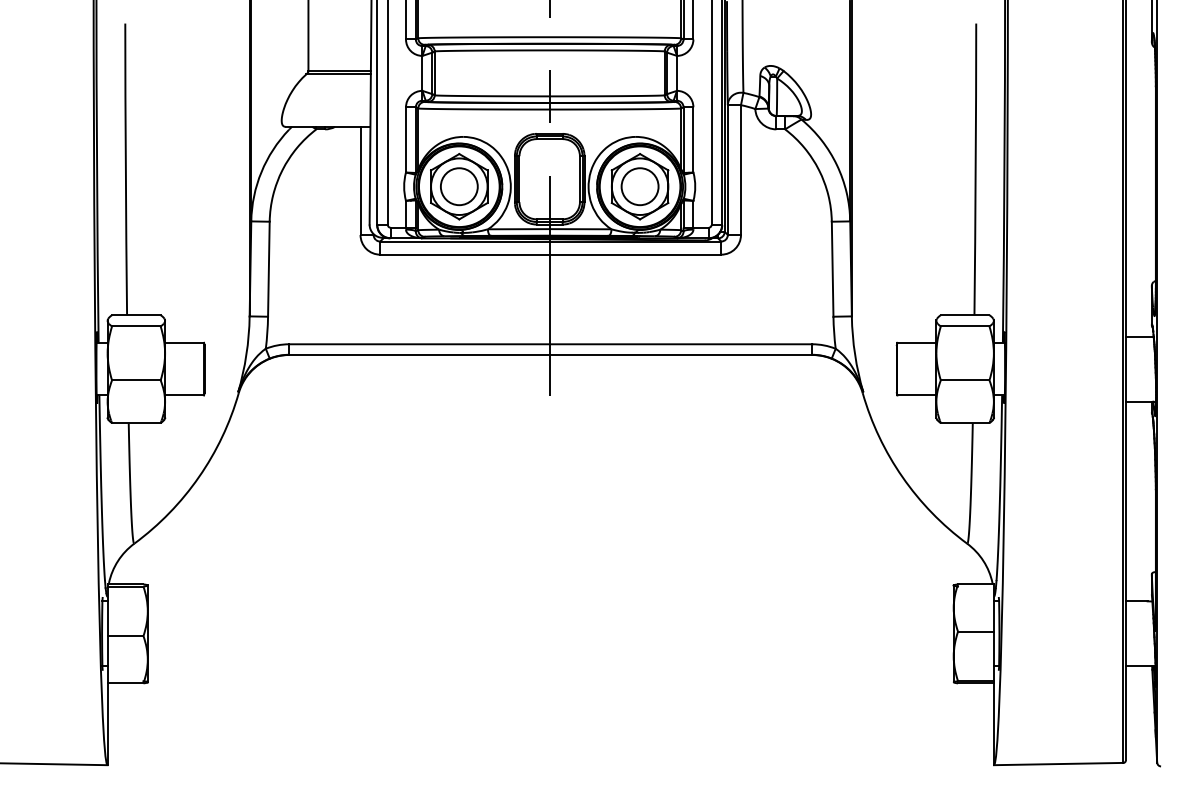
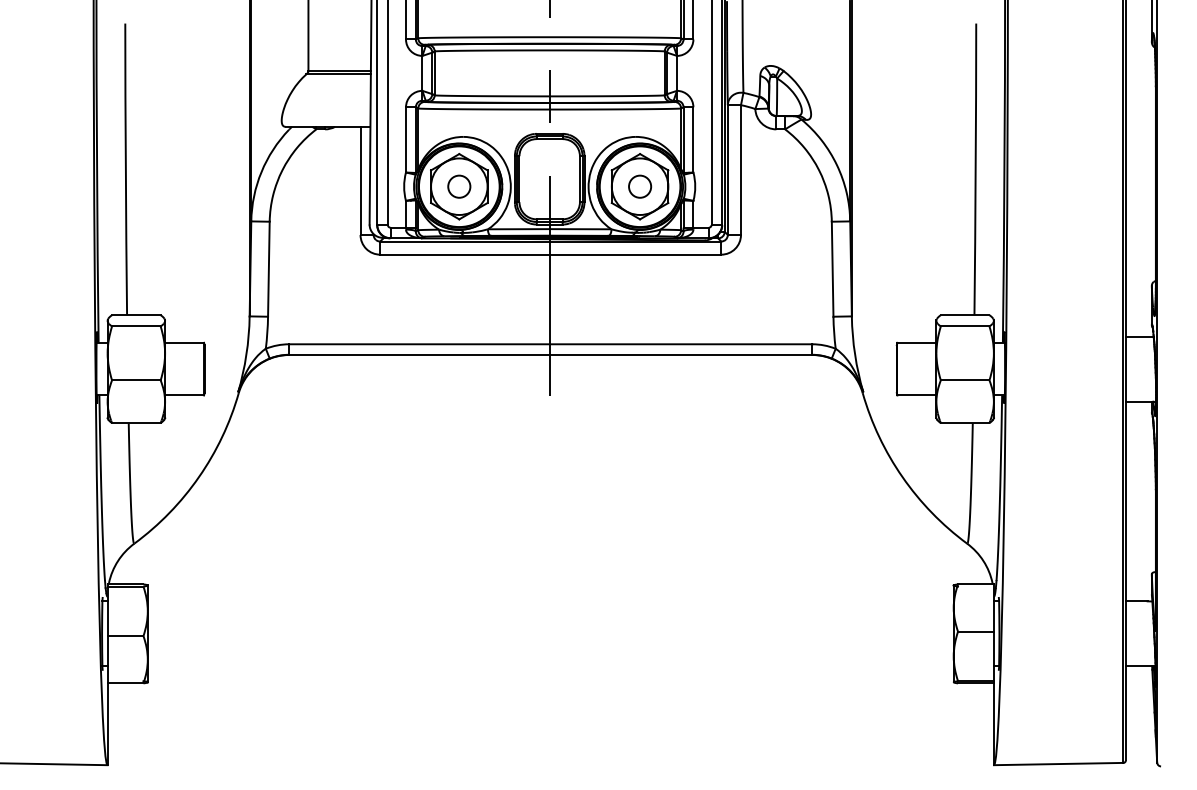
circle at (458, 186) diameter: 37 px -> 22 px
circle at (639, 186) diameter: 37 px -> 22 px
